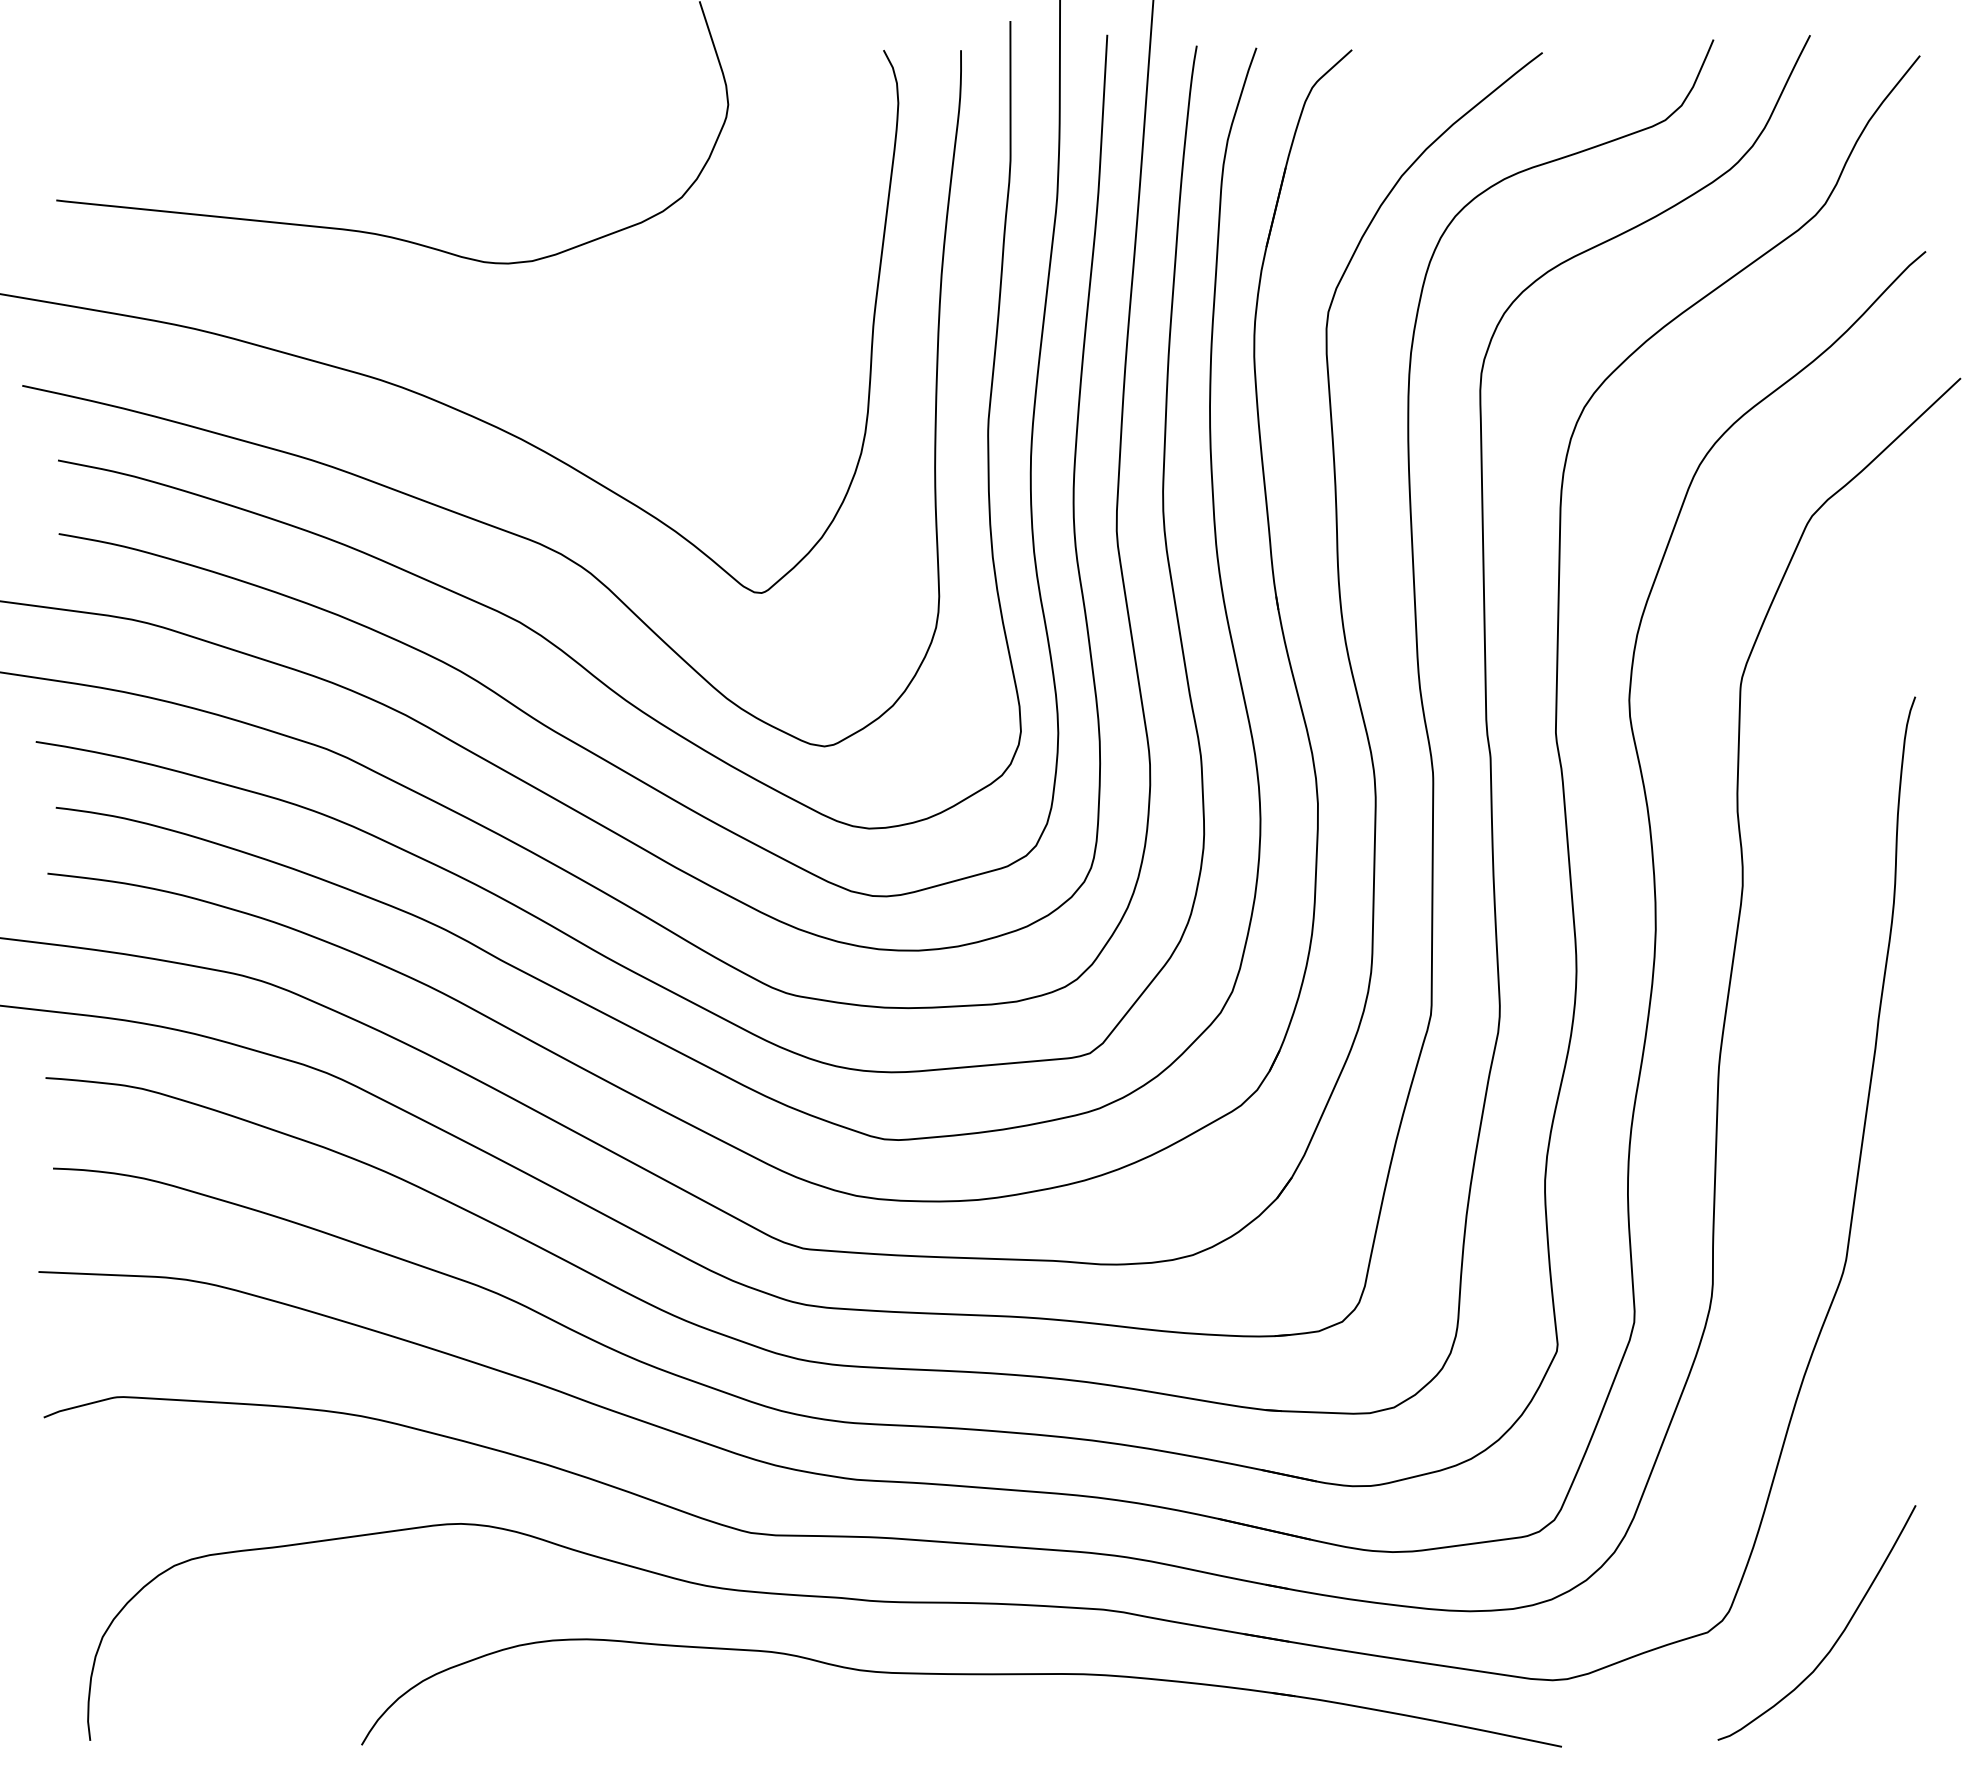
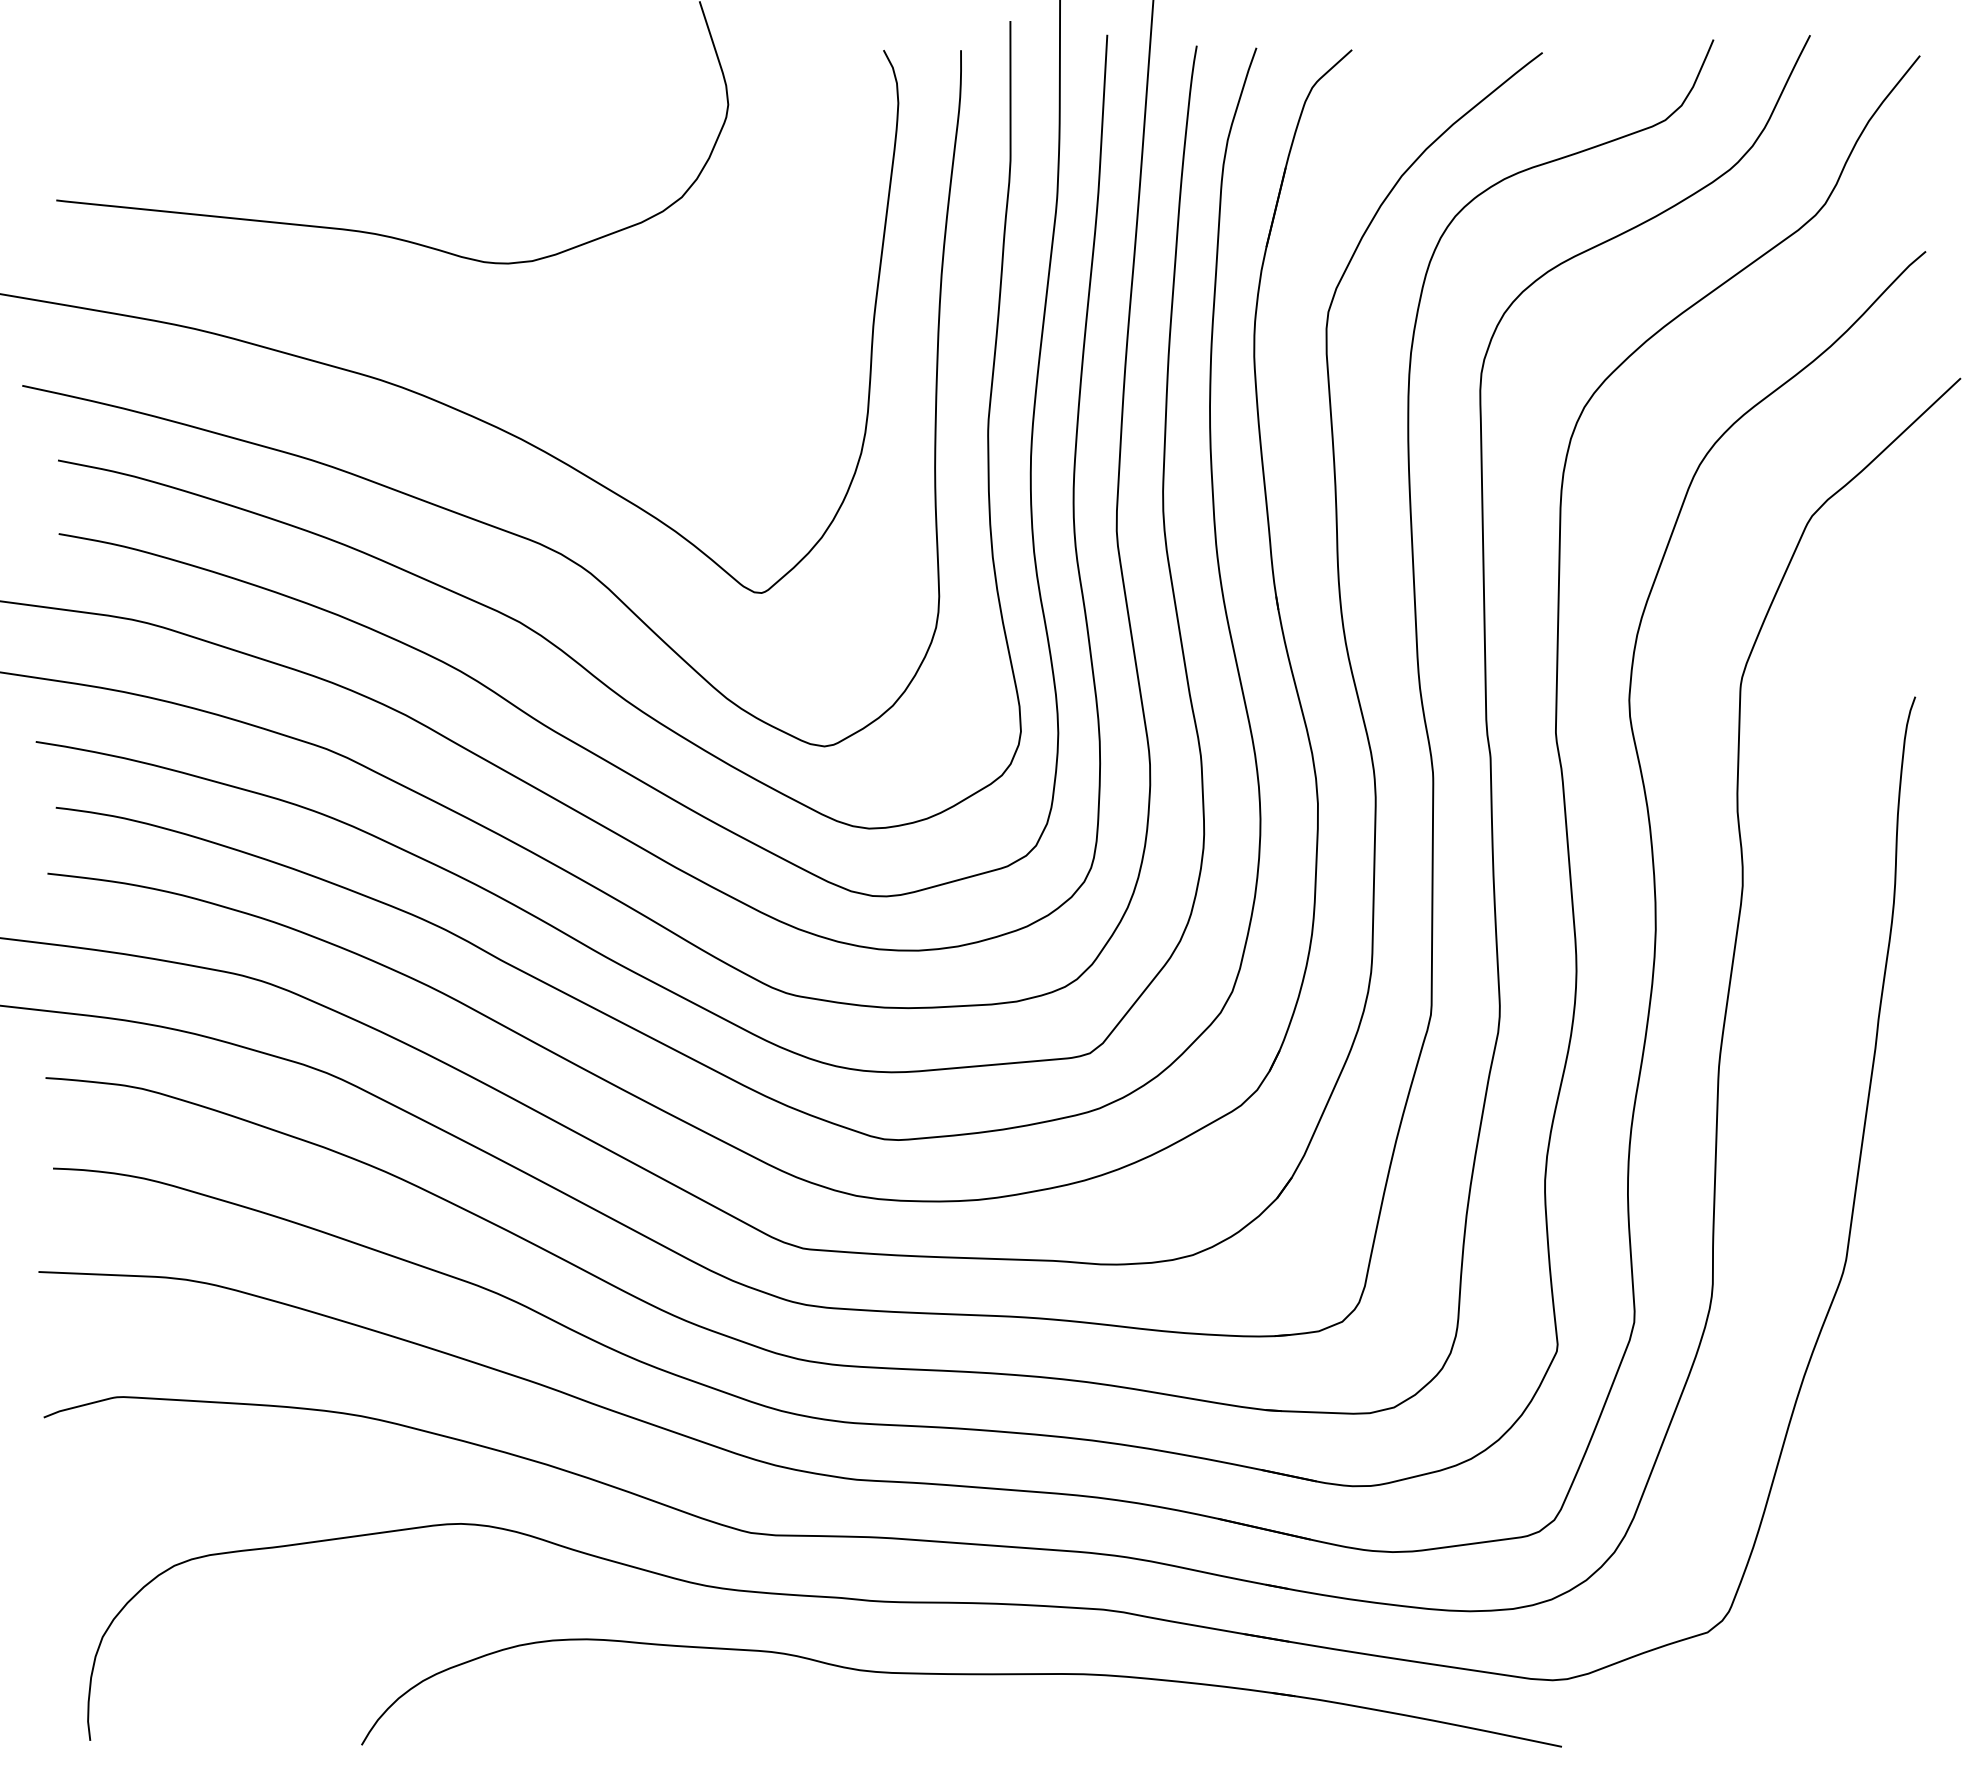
curve at (1836, 1639): present -> none
